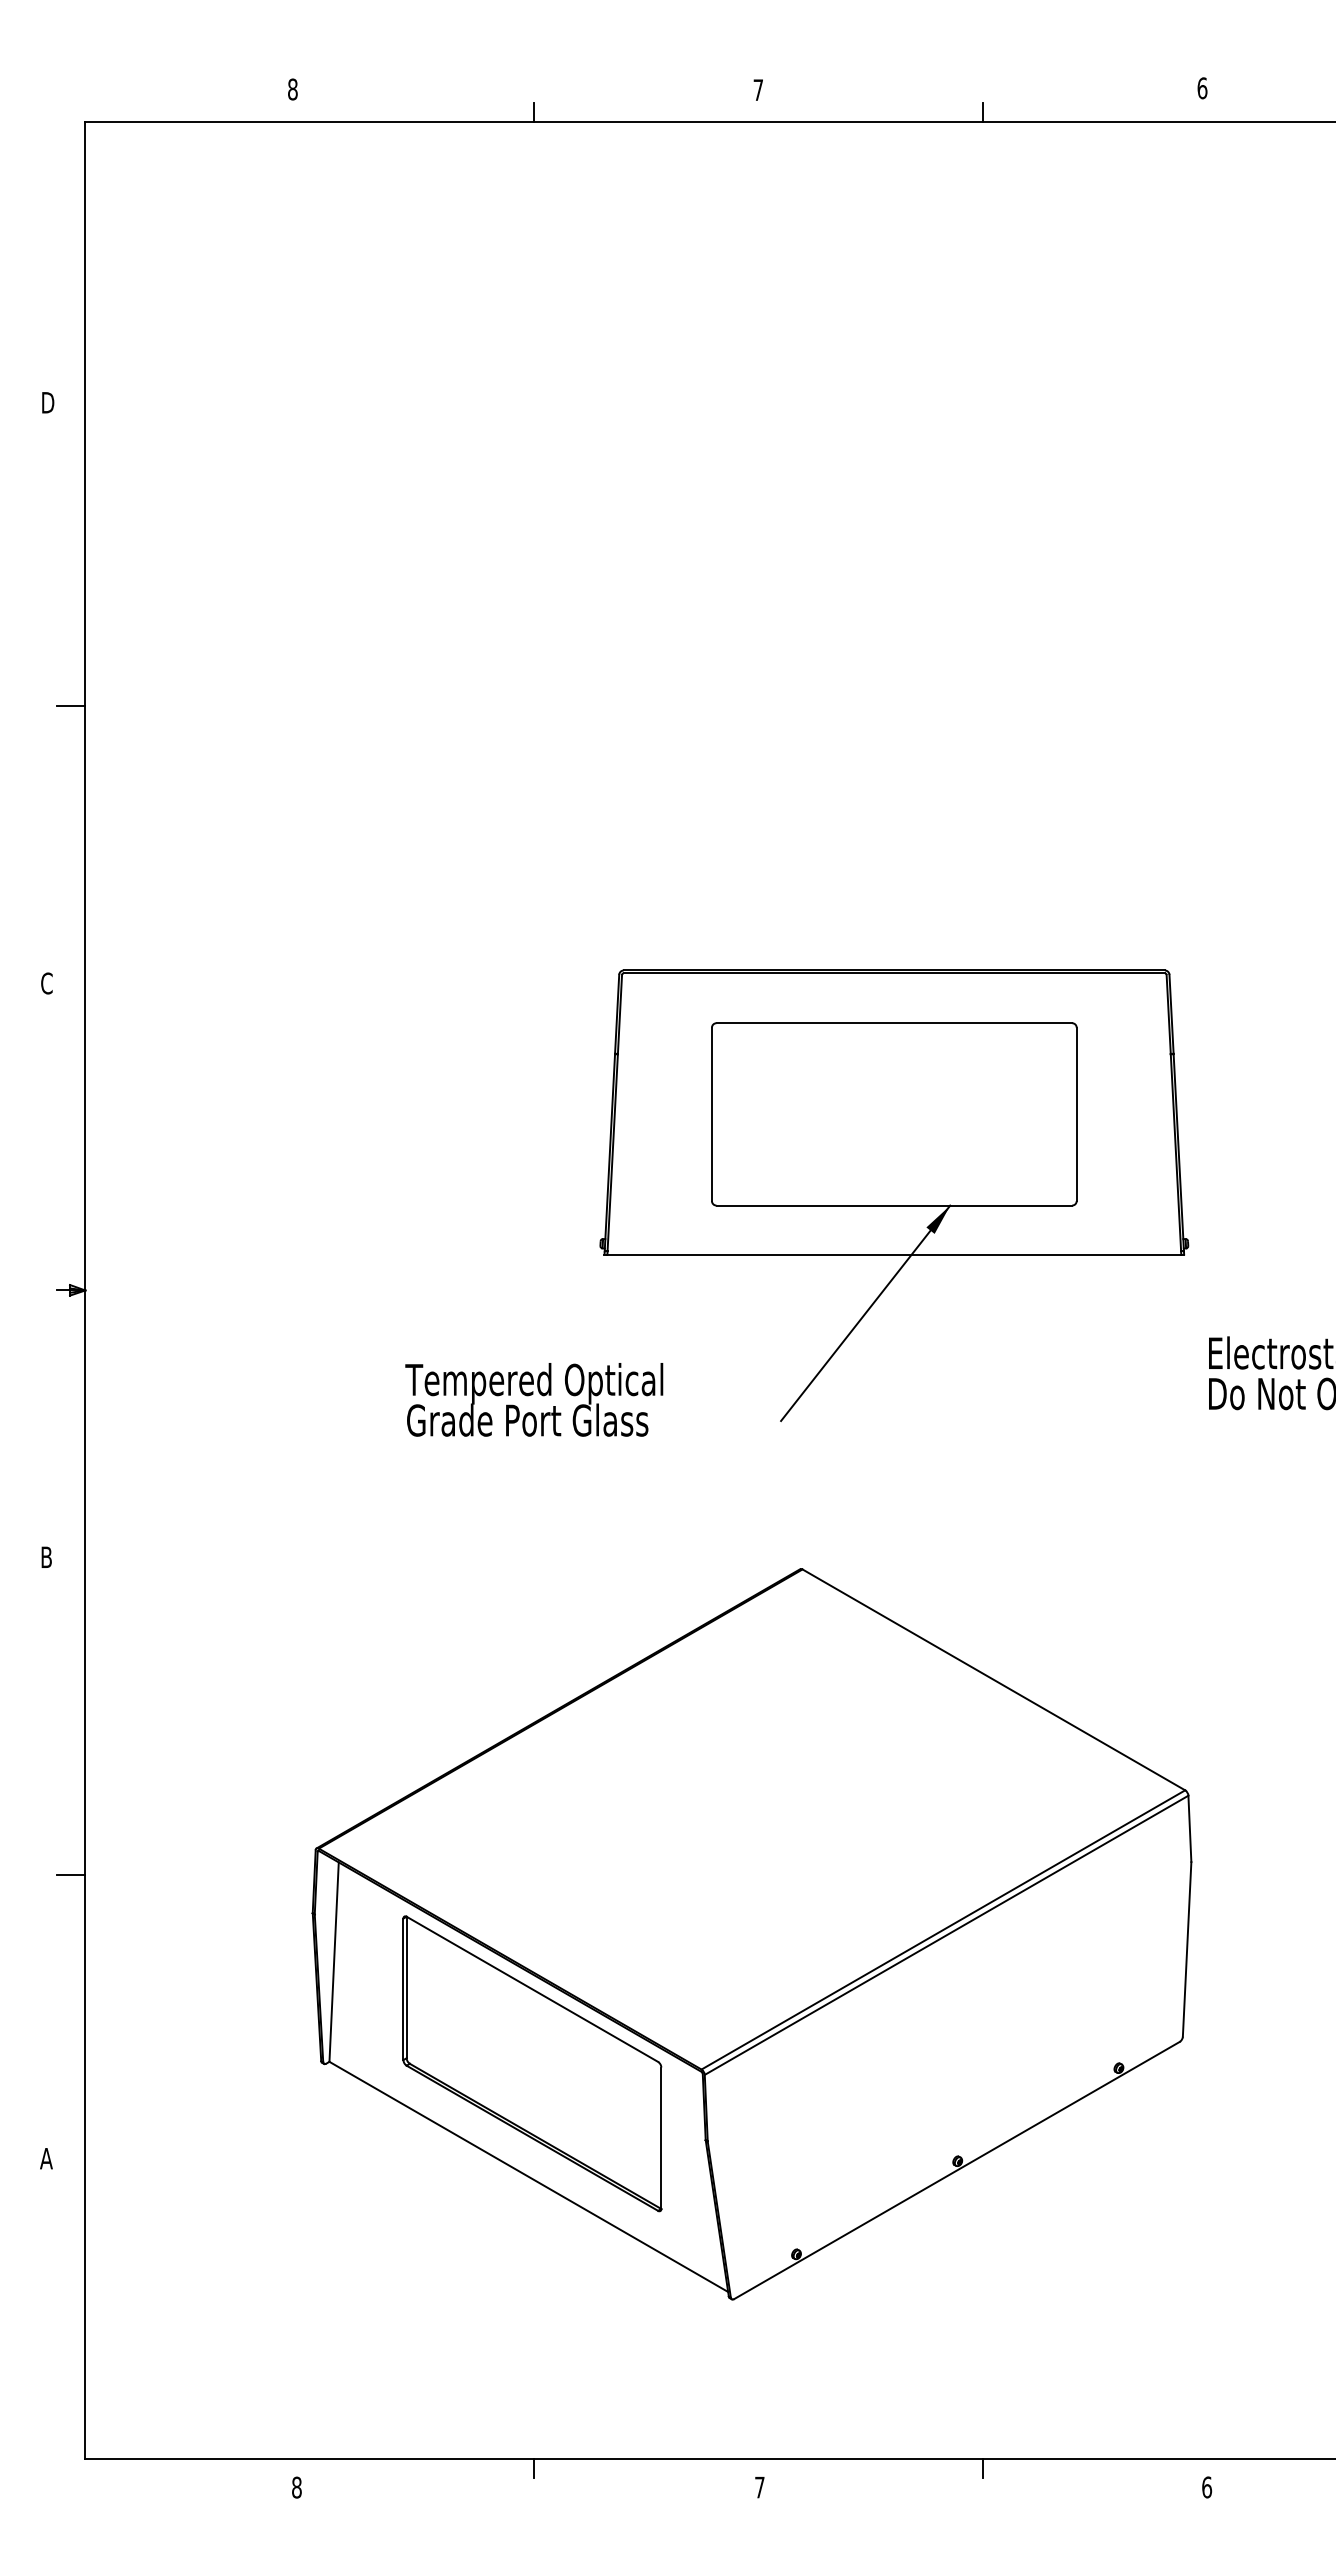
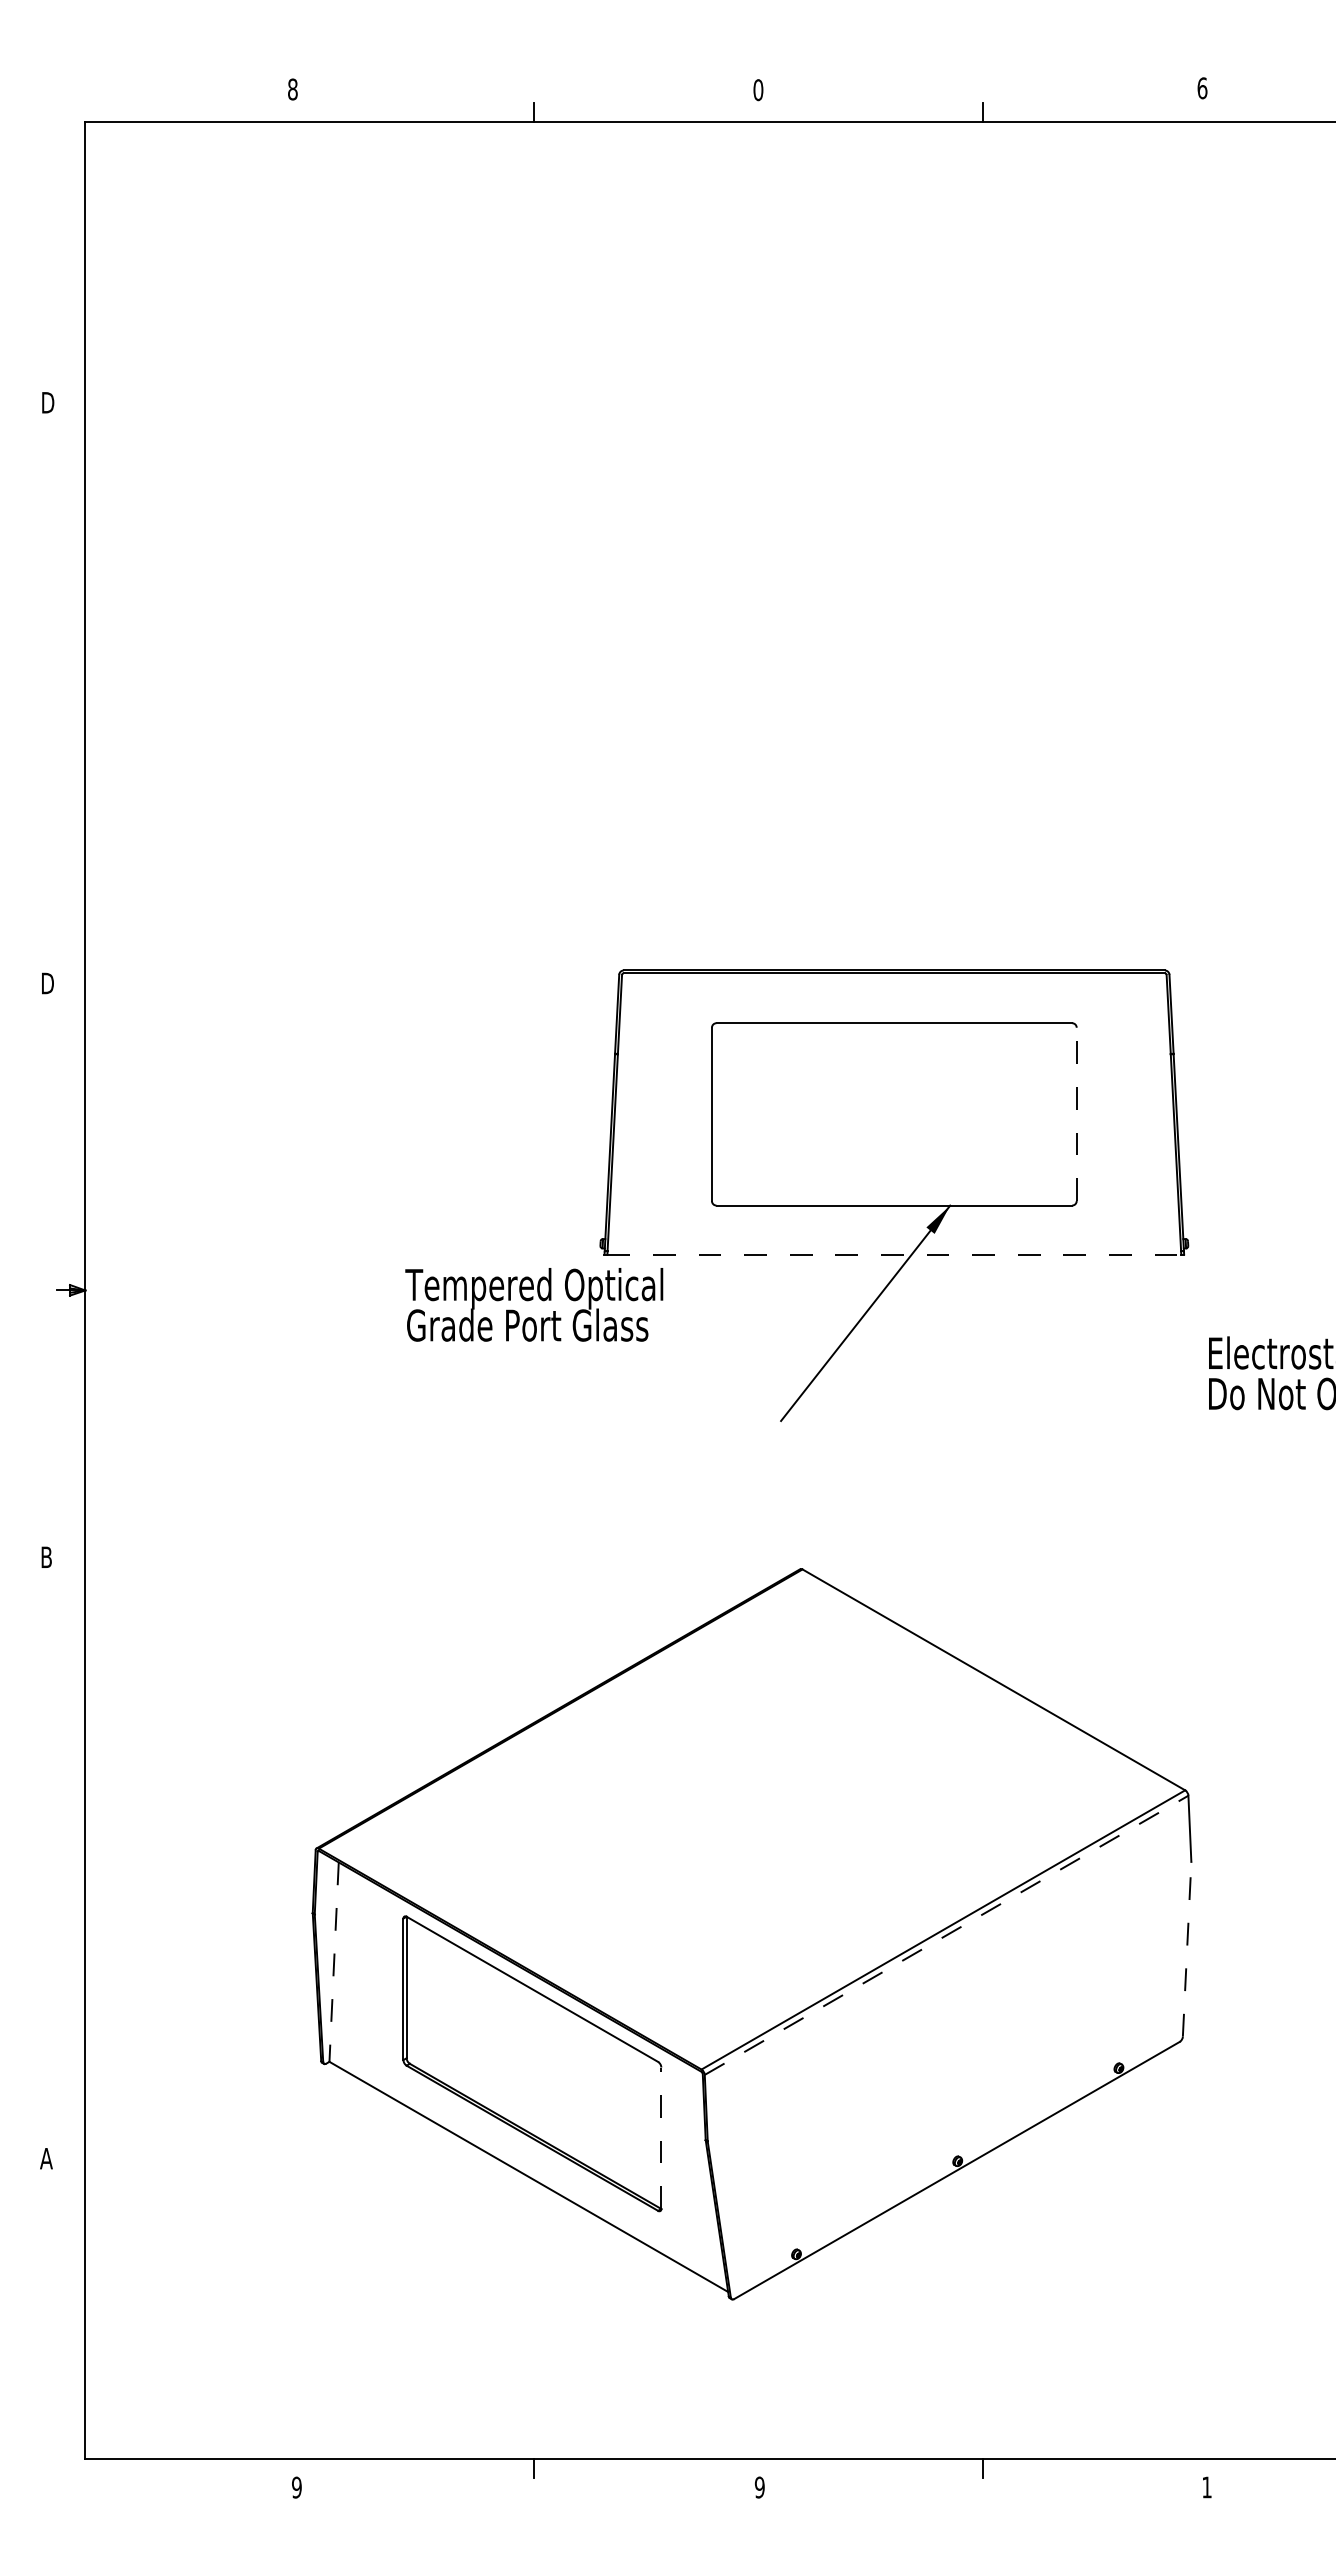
text at (758, 90): 7 -> 0
line at (70, 706): present -> none
text at (47, 983): C -> D
line at (1076, 1114): solid -> dashed
line at (894, 1255): solid -> dashed
text at (534, 1399) position: (534, 1399) -> (534, 1304)
line at (70, 1874): present -> none
line at (947, 1935): solid -> dashed
line at (1187, 1948): solid -> dashed
line at (334, 1962): solid -> dashed
line at (661, 2138): solid -> dashed
text at (296, 2487): 8 -> 9
text at (759, 2487): 7 -> 9
text at (1207, 2487): 6 -> 1
